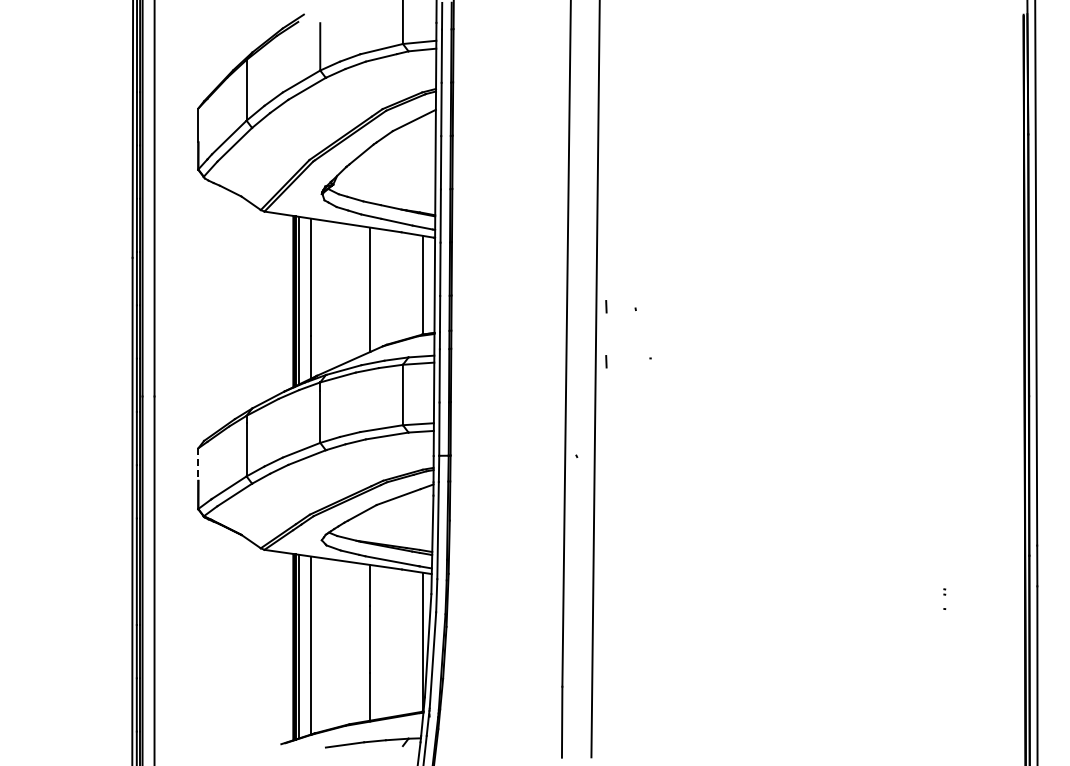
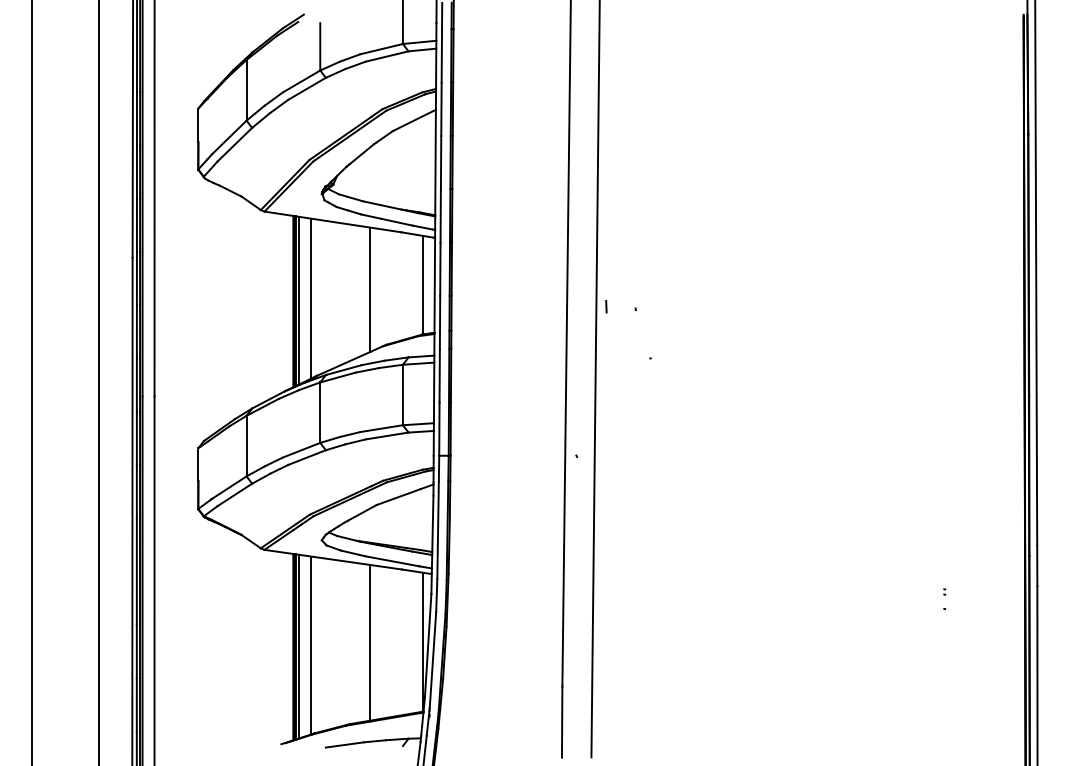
line at (606, 361): present -> none
line at (32, 382): none -> present
line at (98, 382): none -> present
line at (198, 465): dashed -> solid
